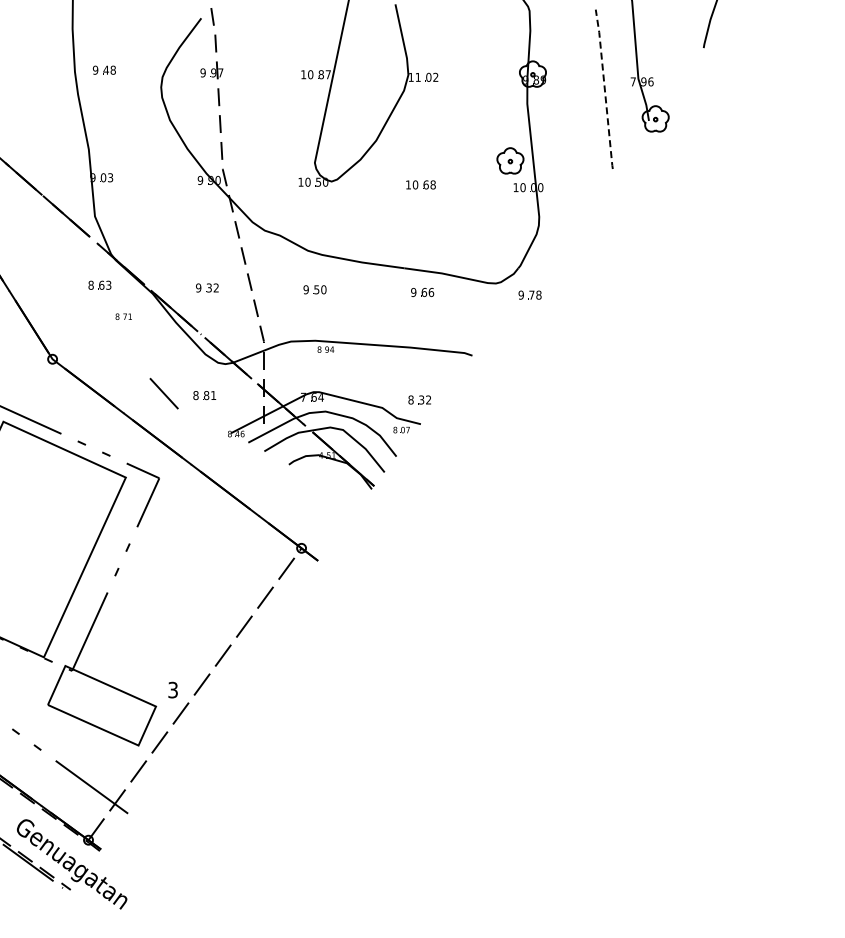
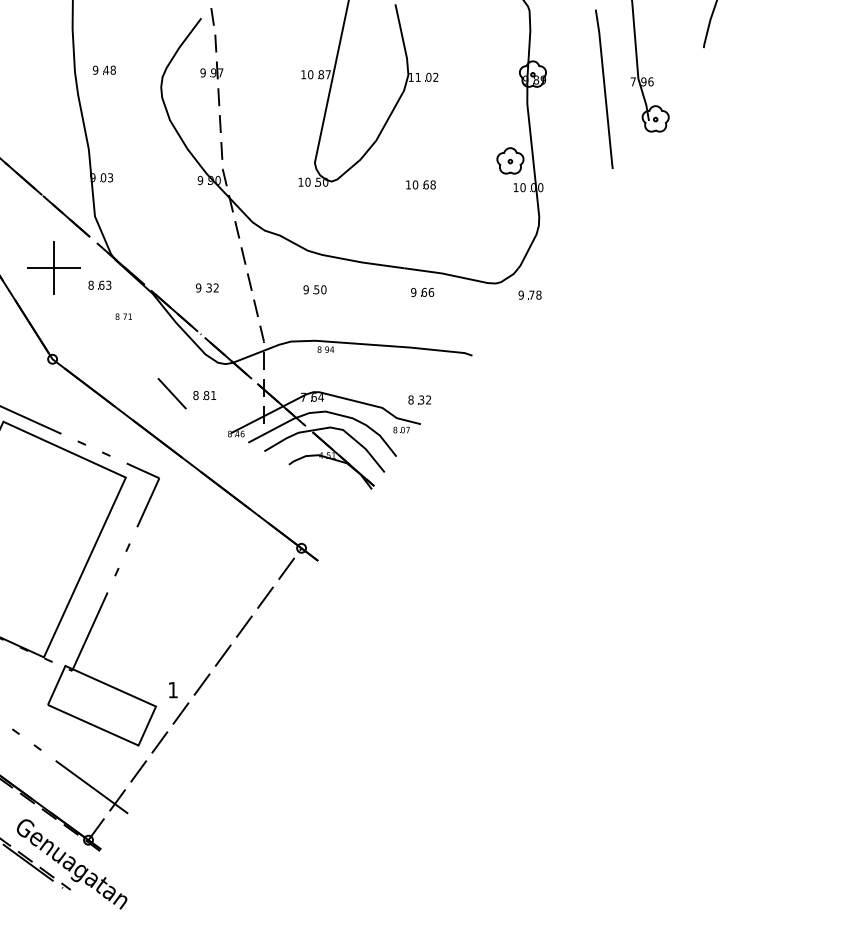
line at (604, 88): dashed -> solid
part at (53, 267): none -> present
line at (163, 393) position: (163, 393) -> (171, 393)
text at (172, 689): 3 -> 1
